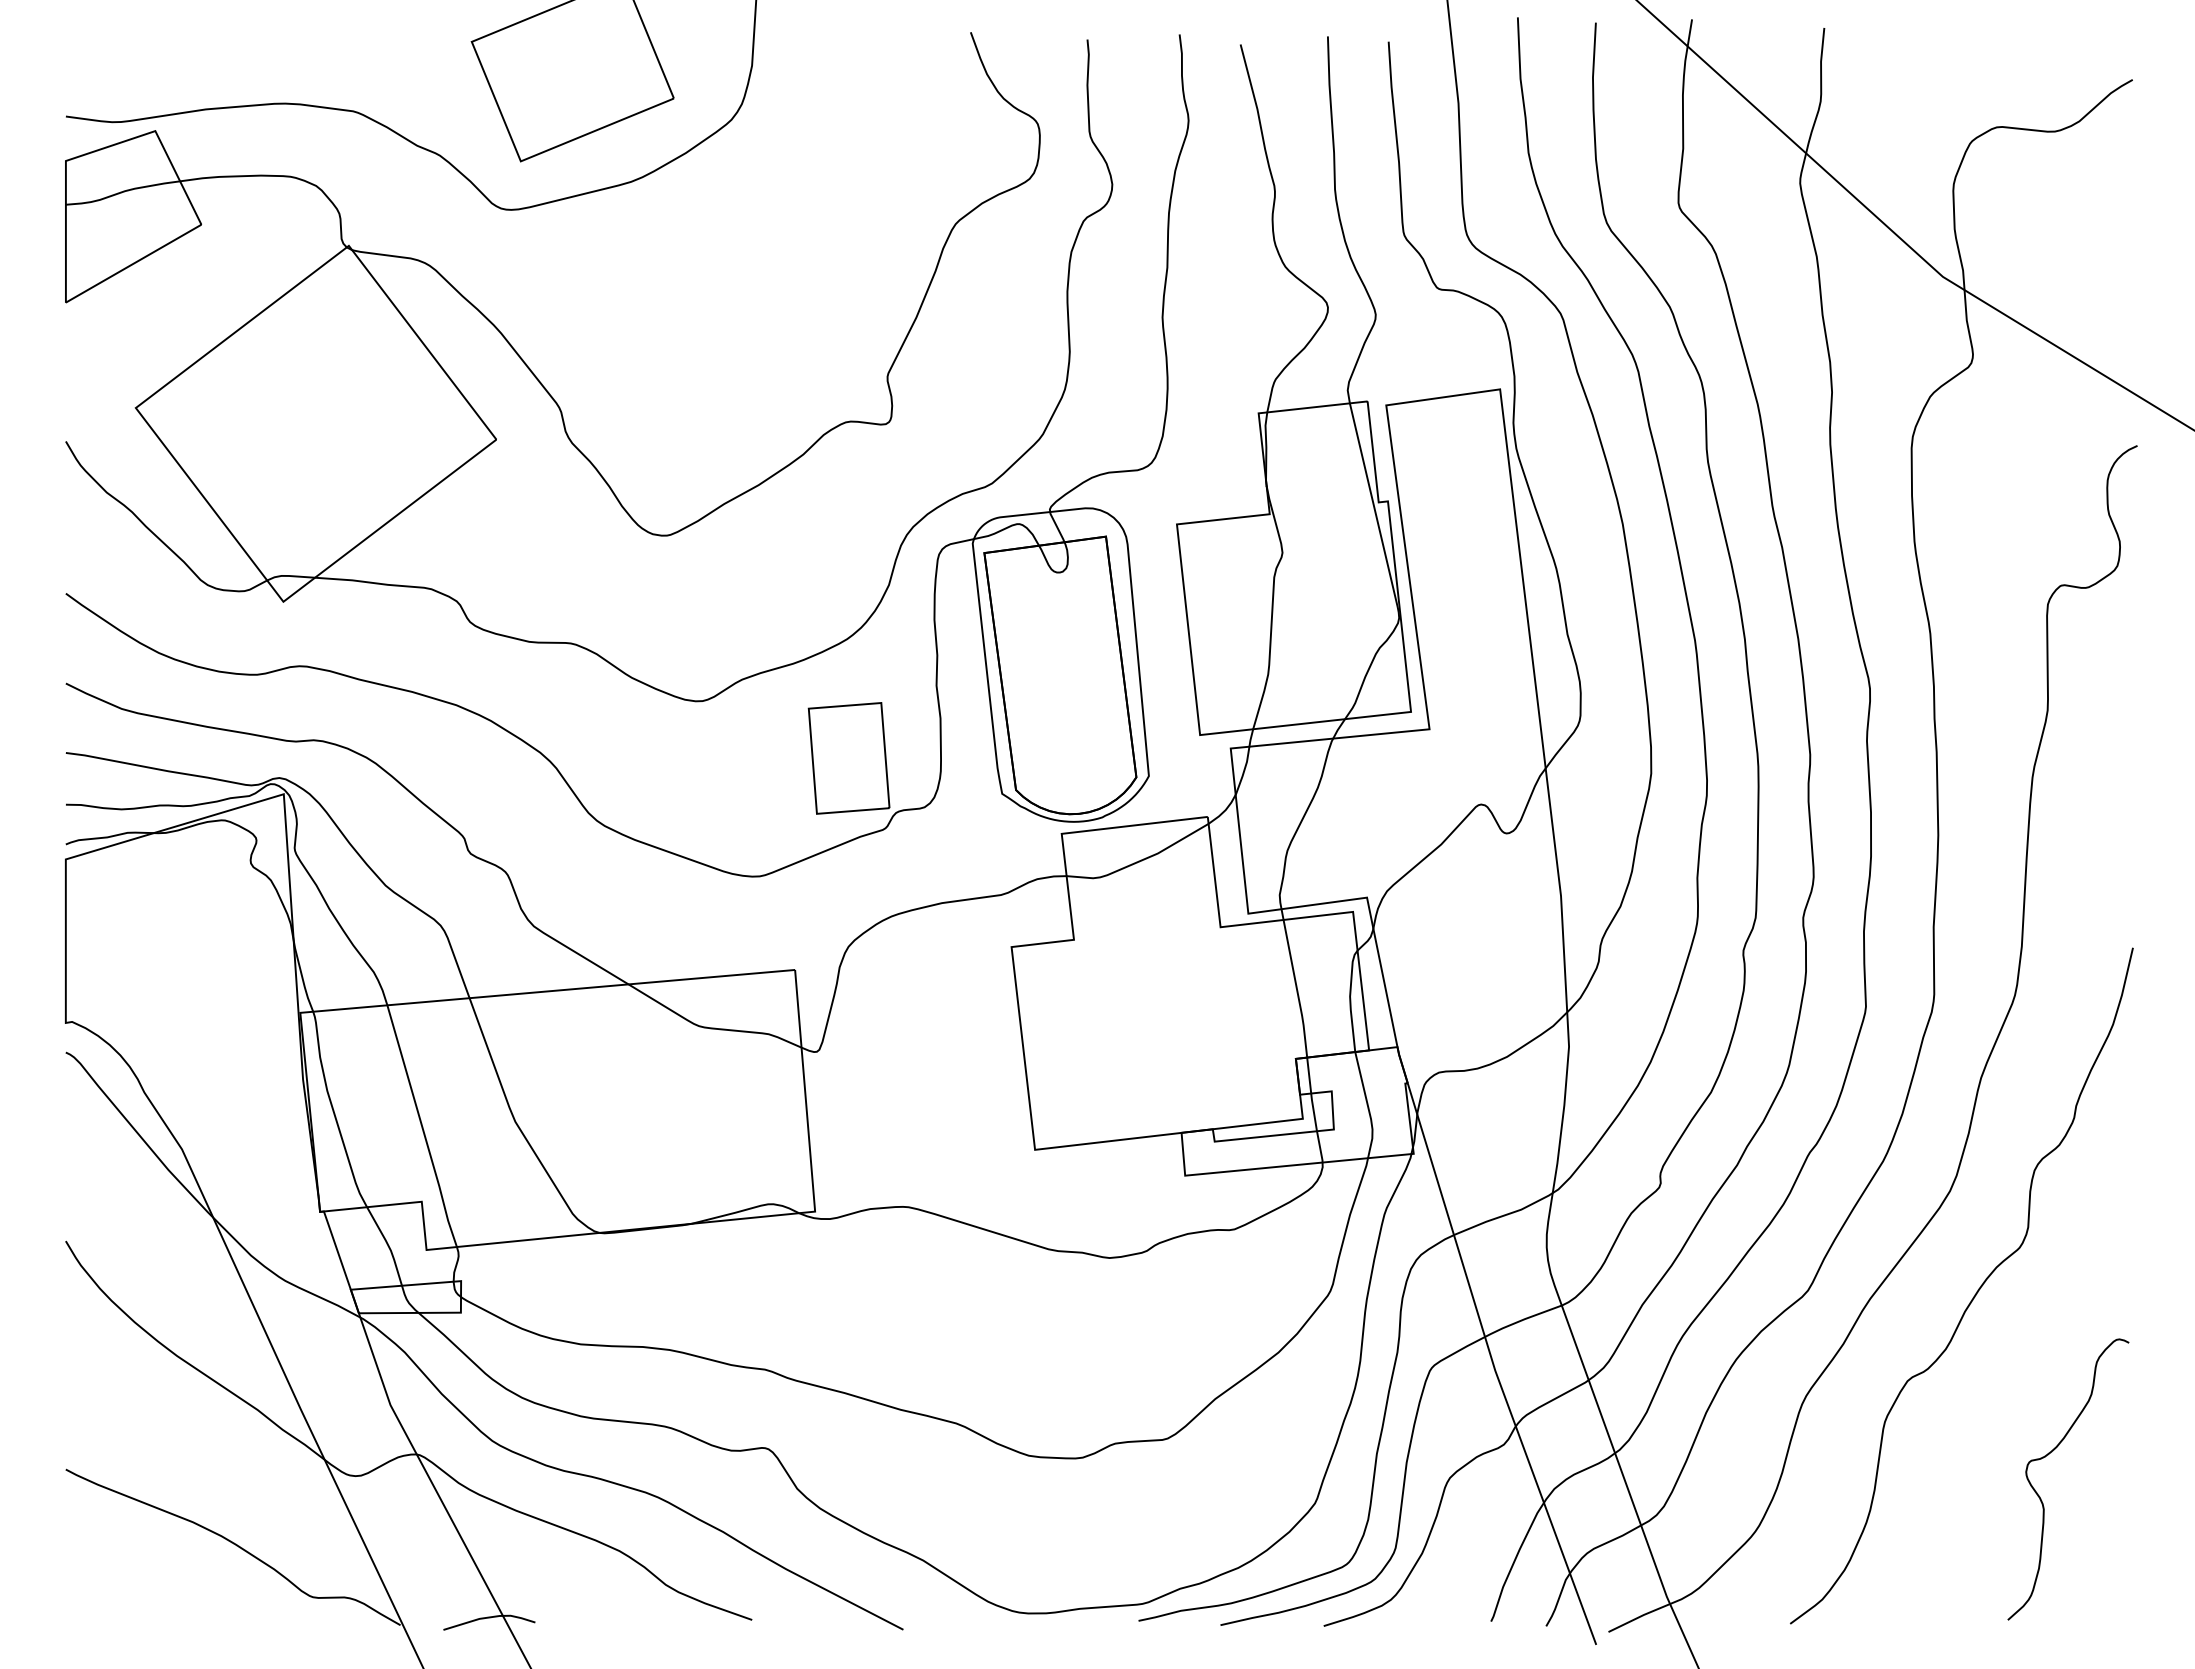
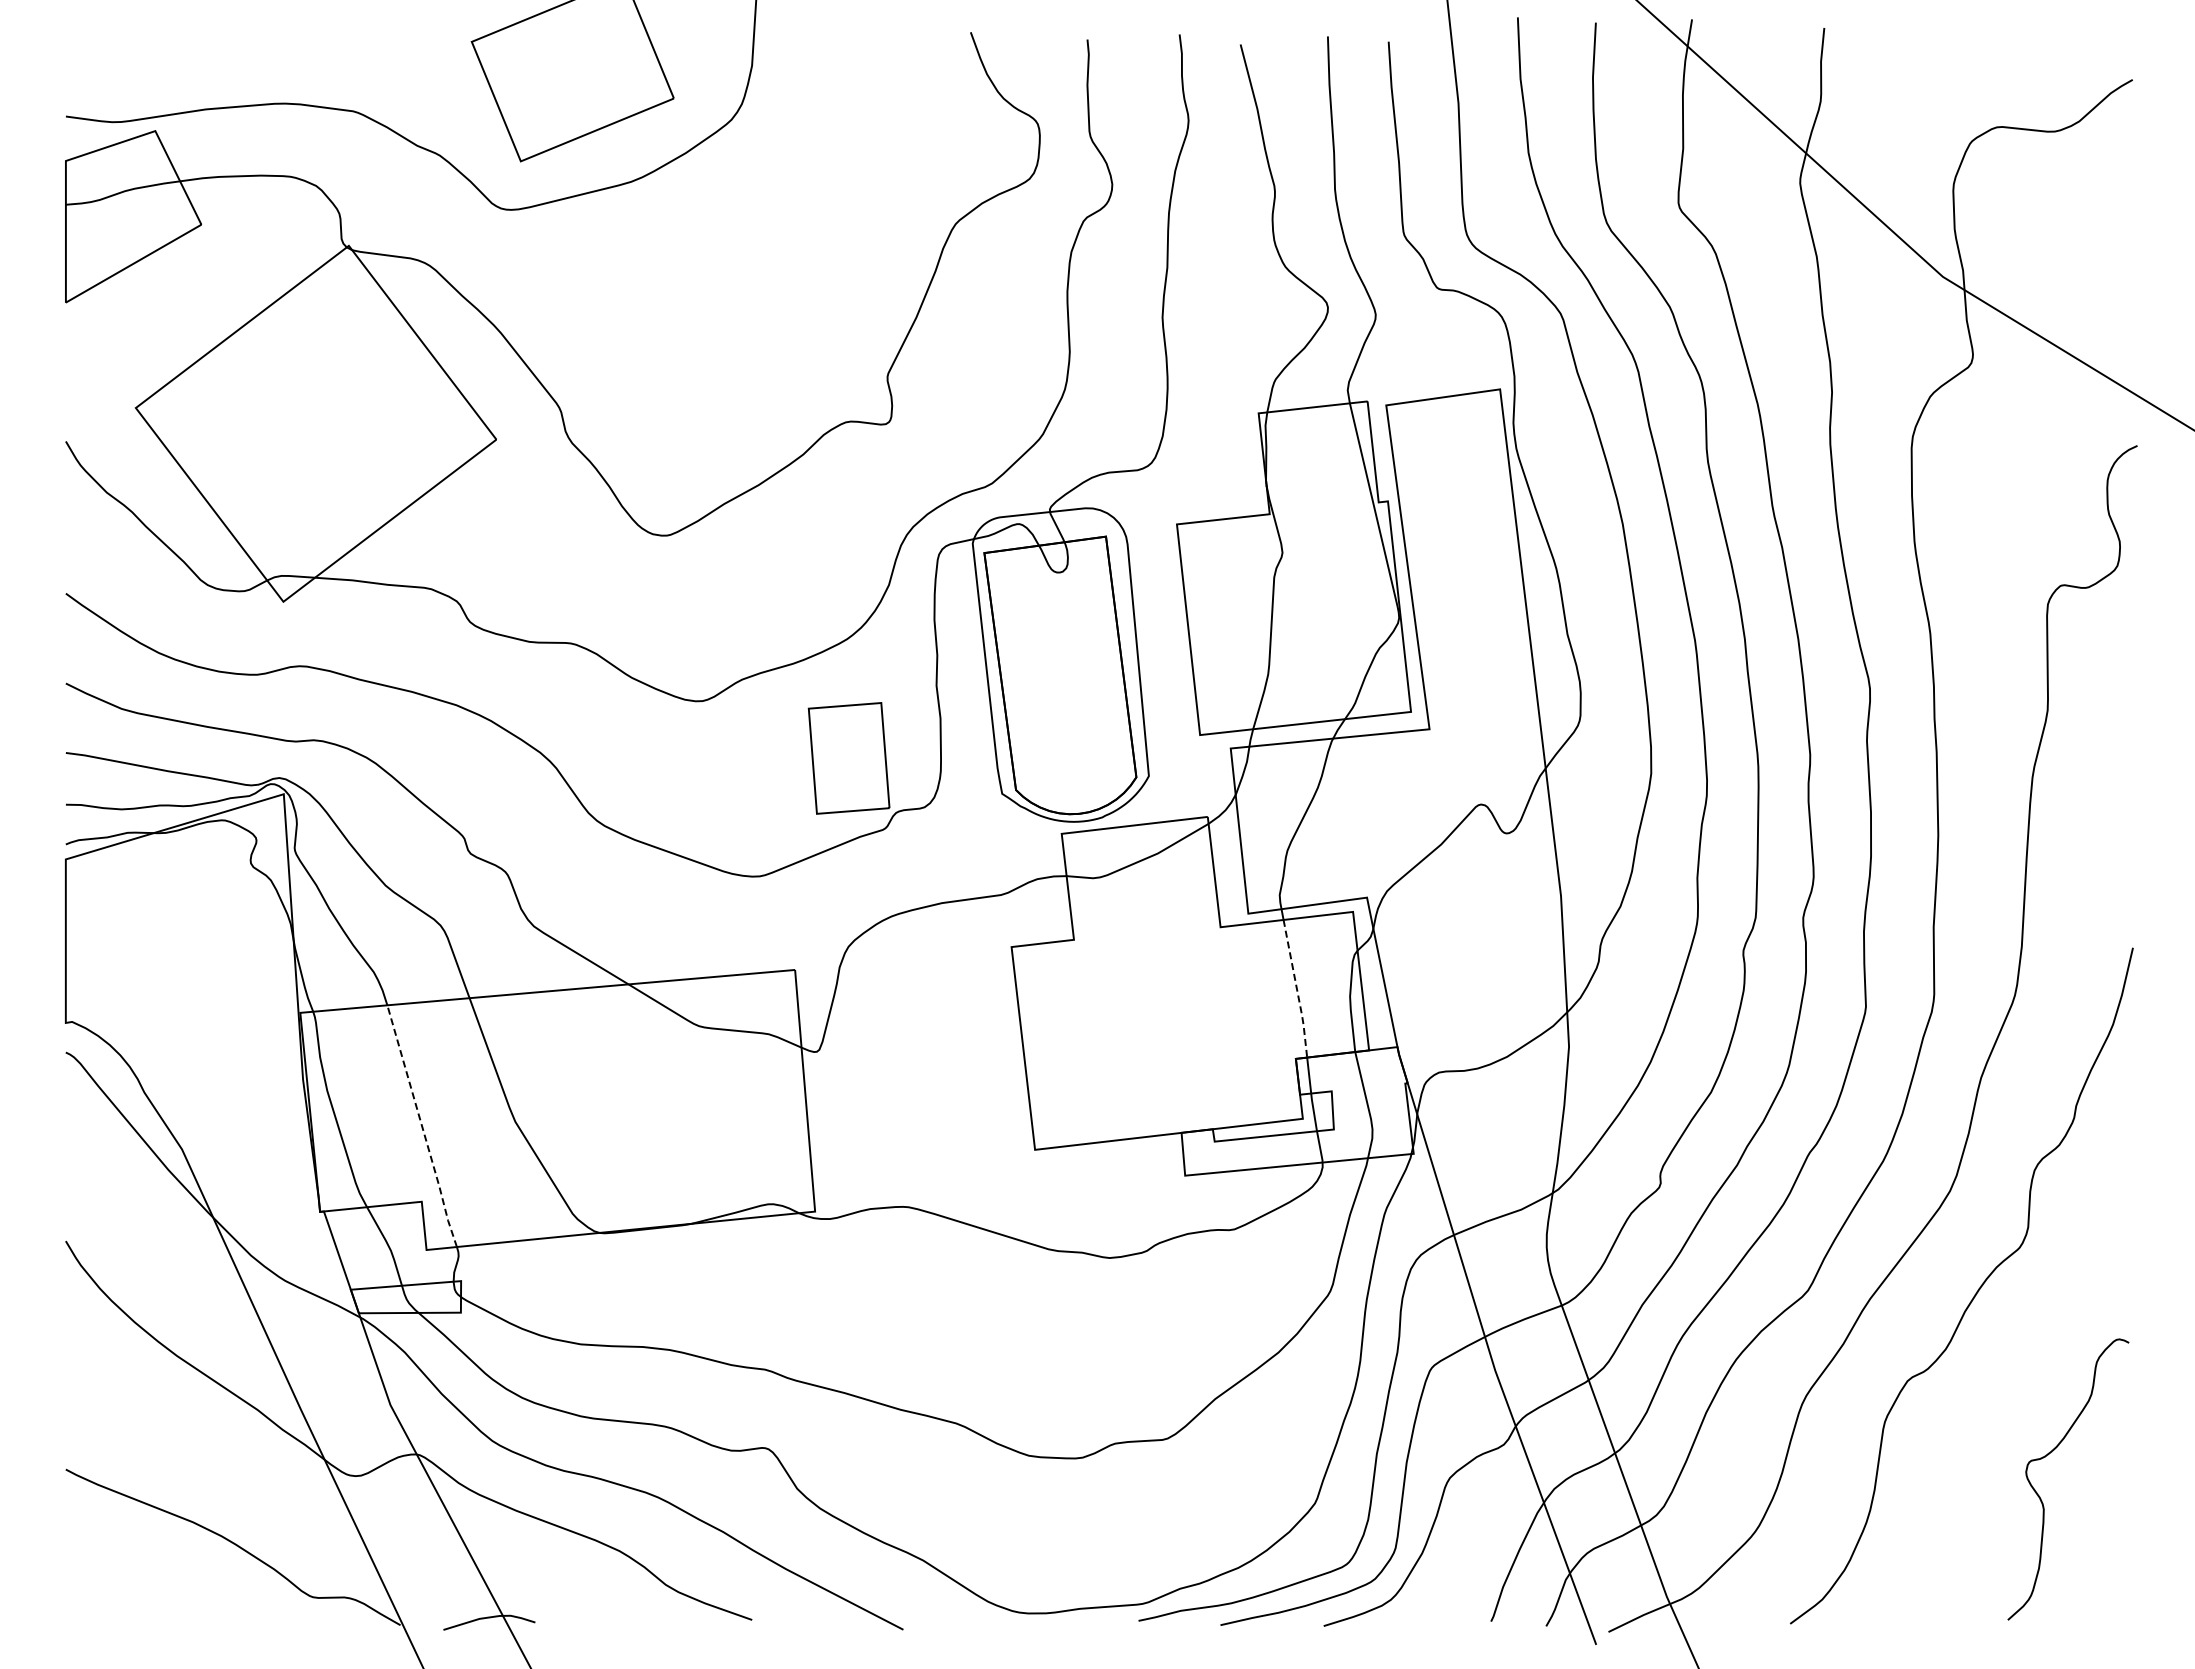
line at (1297, 990): solid -> dashed
line at (422, 1126): solid -> dashed
